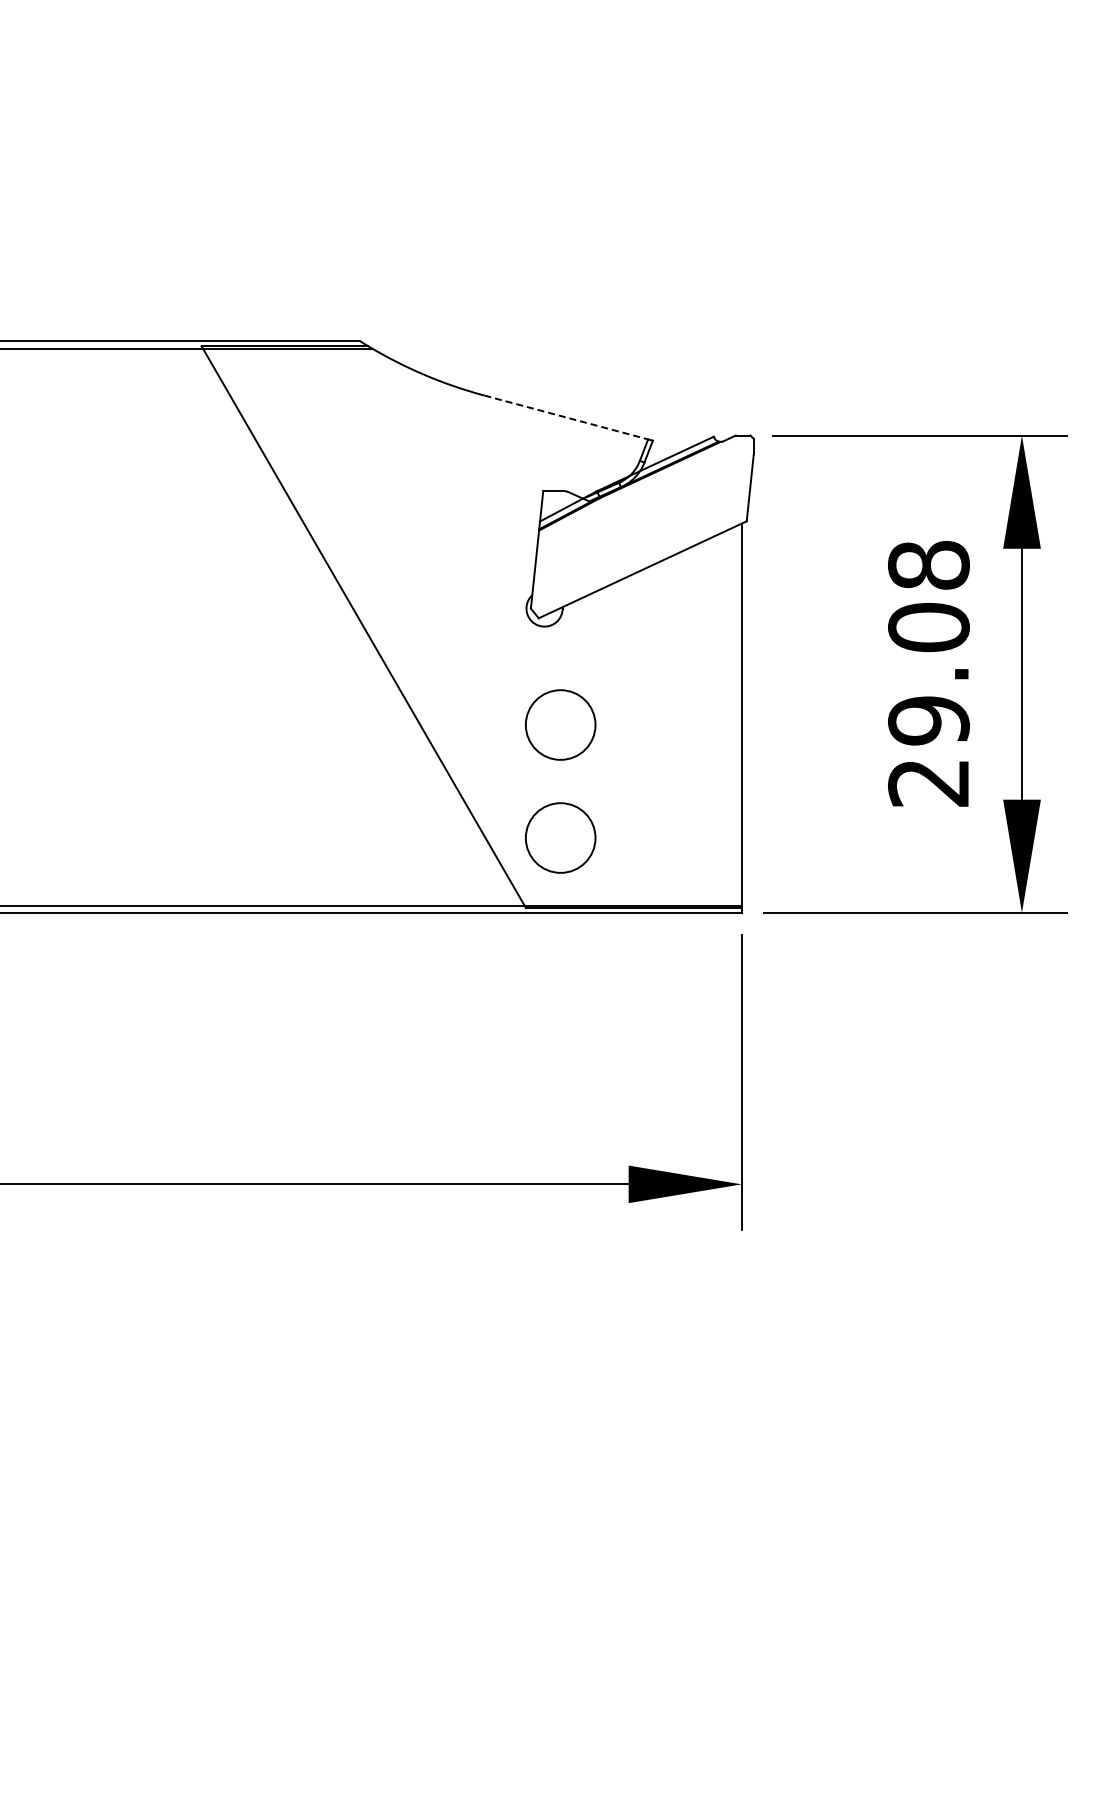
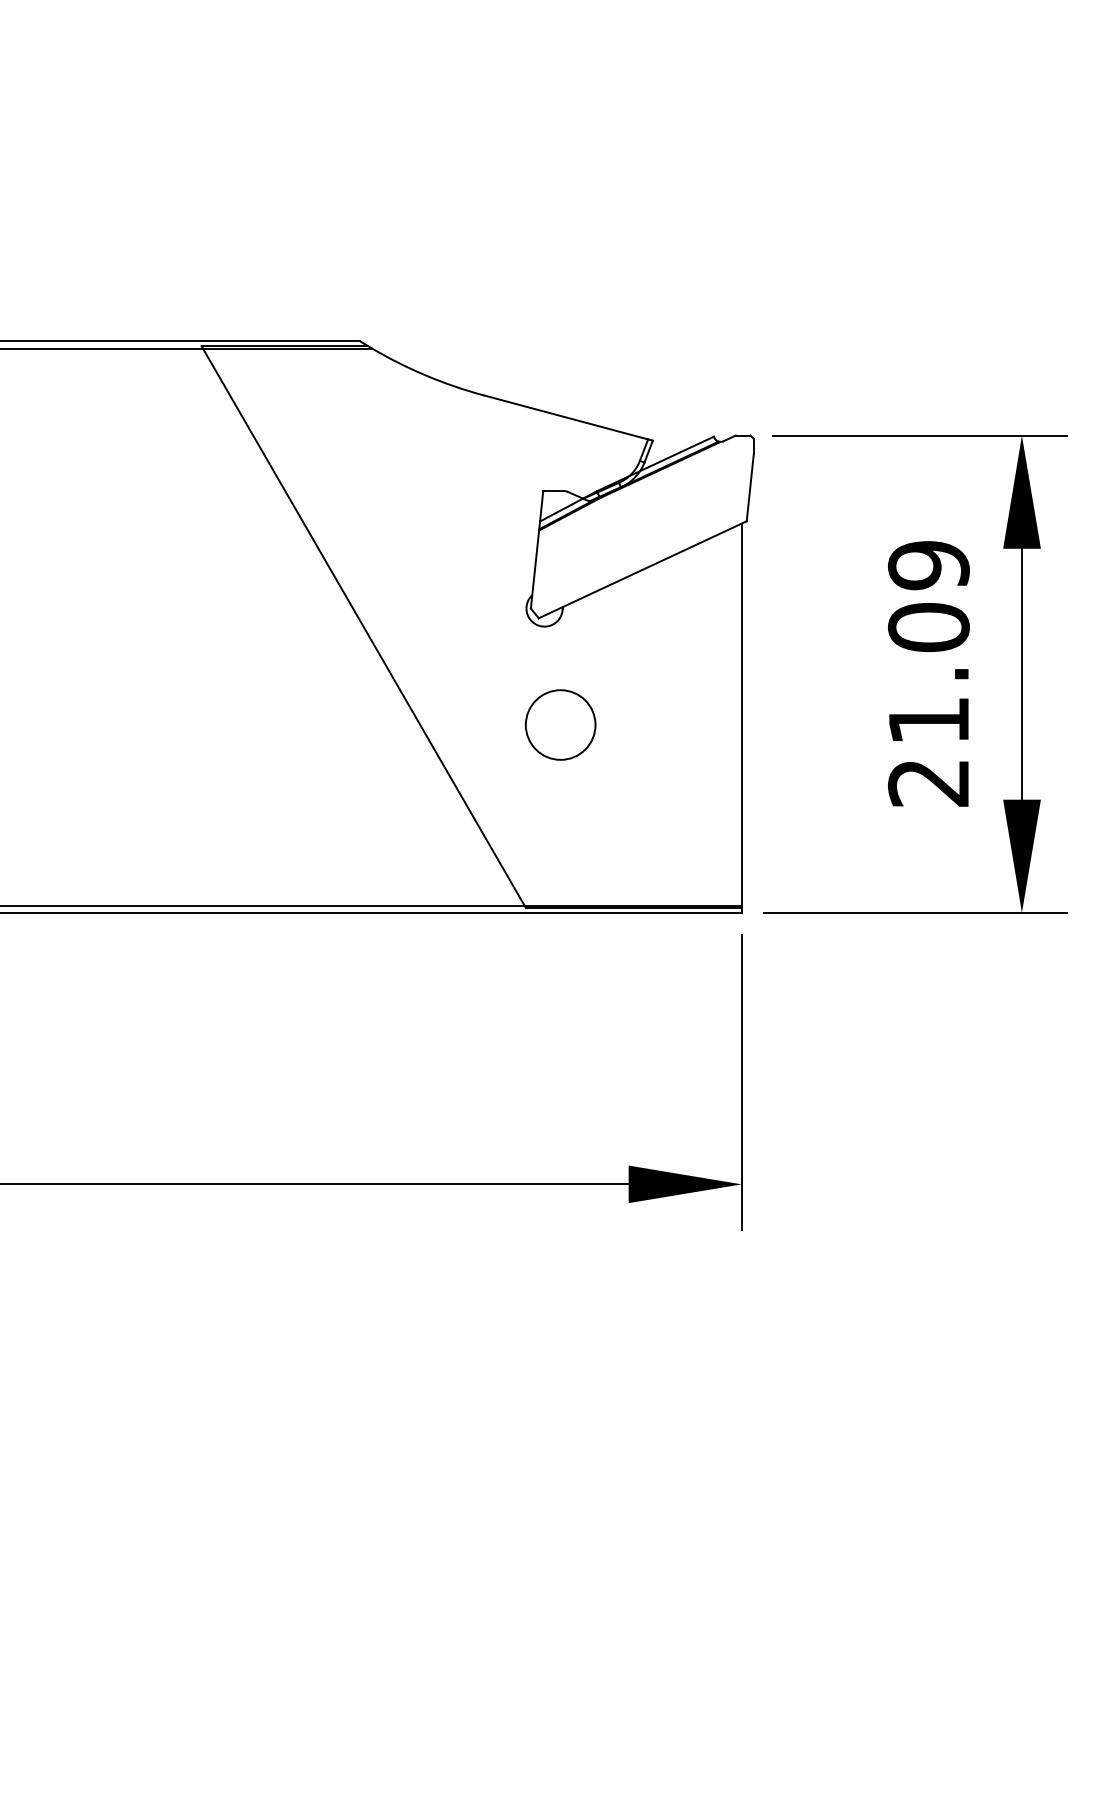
line at (566, 417): dashed -> solid
text at (928, 643): 29.08 -> 21.09
circle at (560, 837): present -> none
